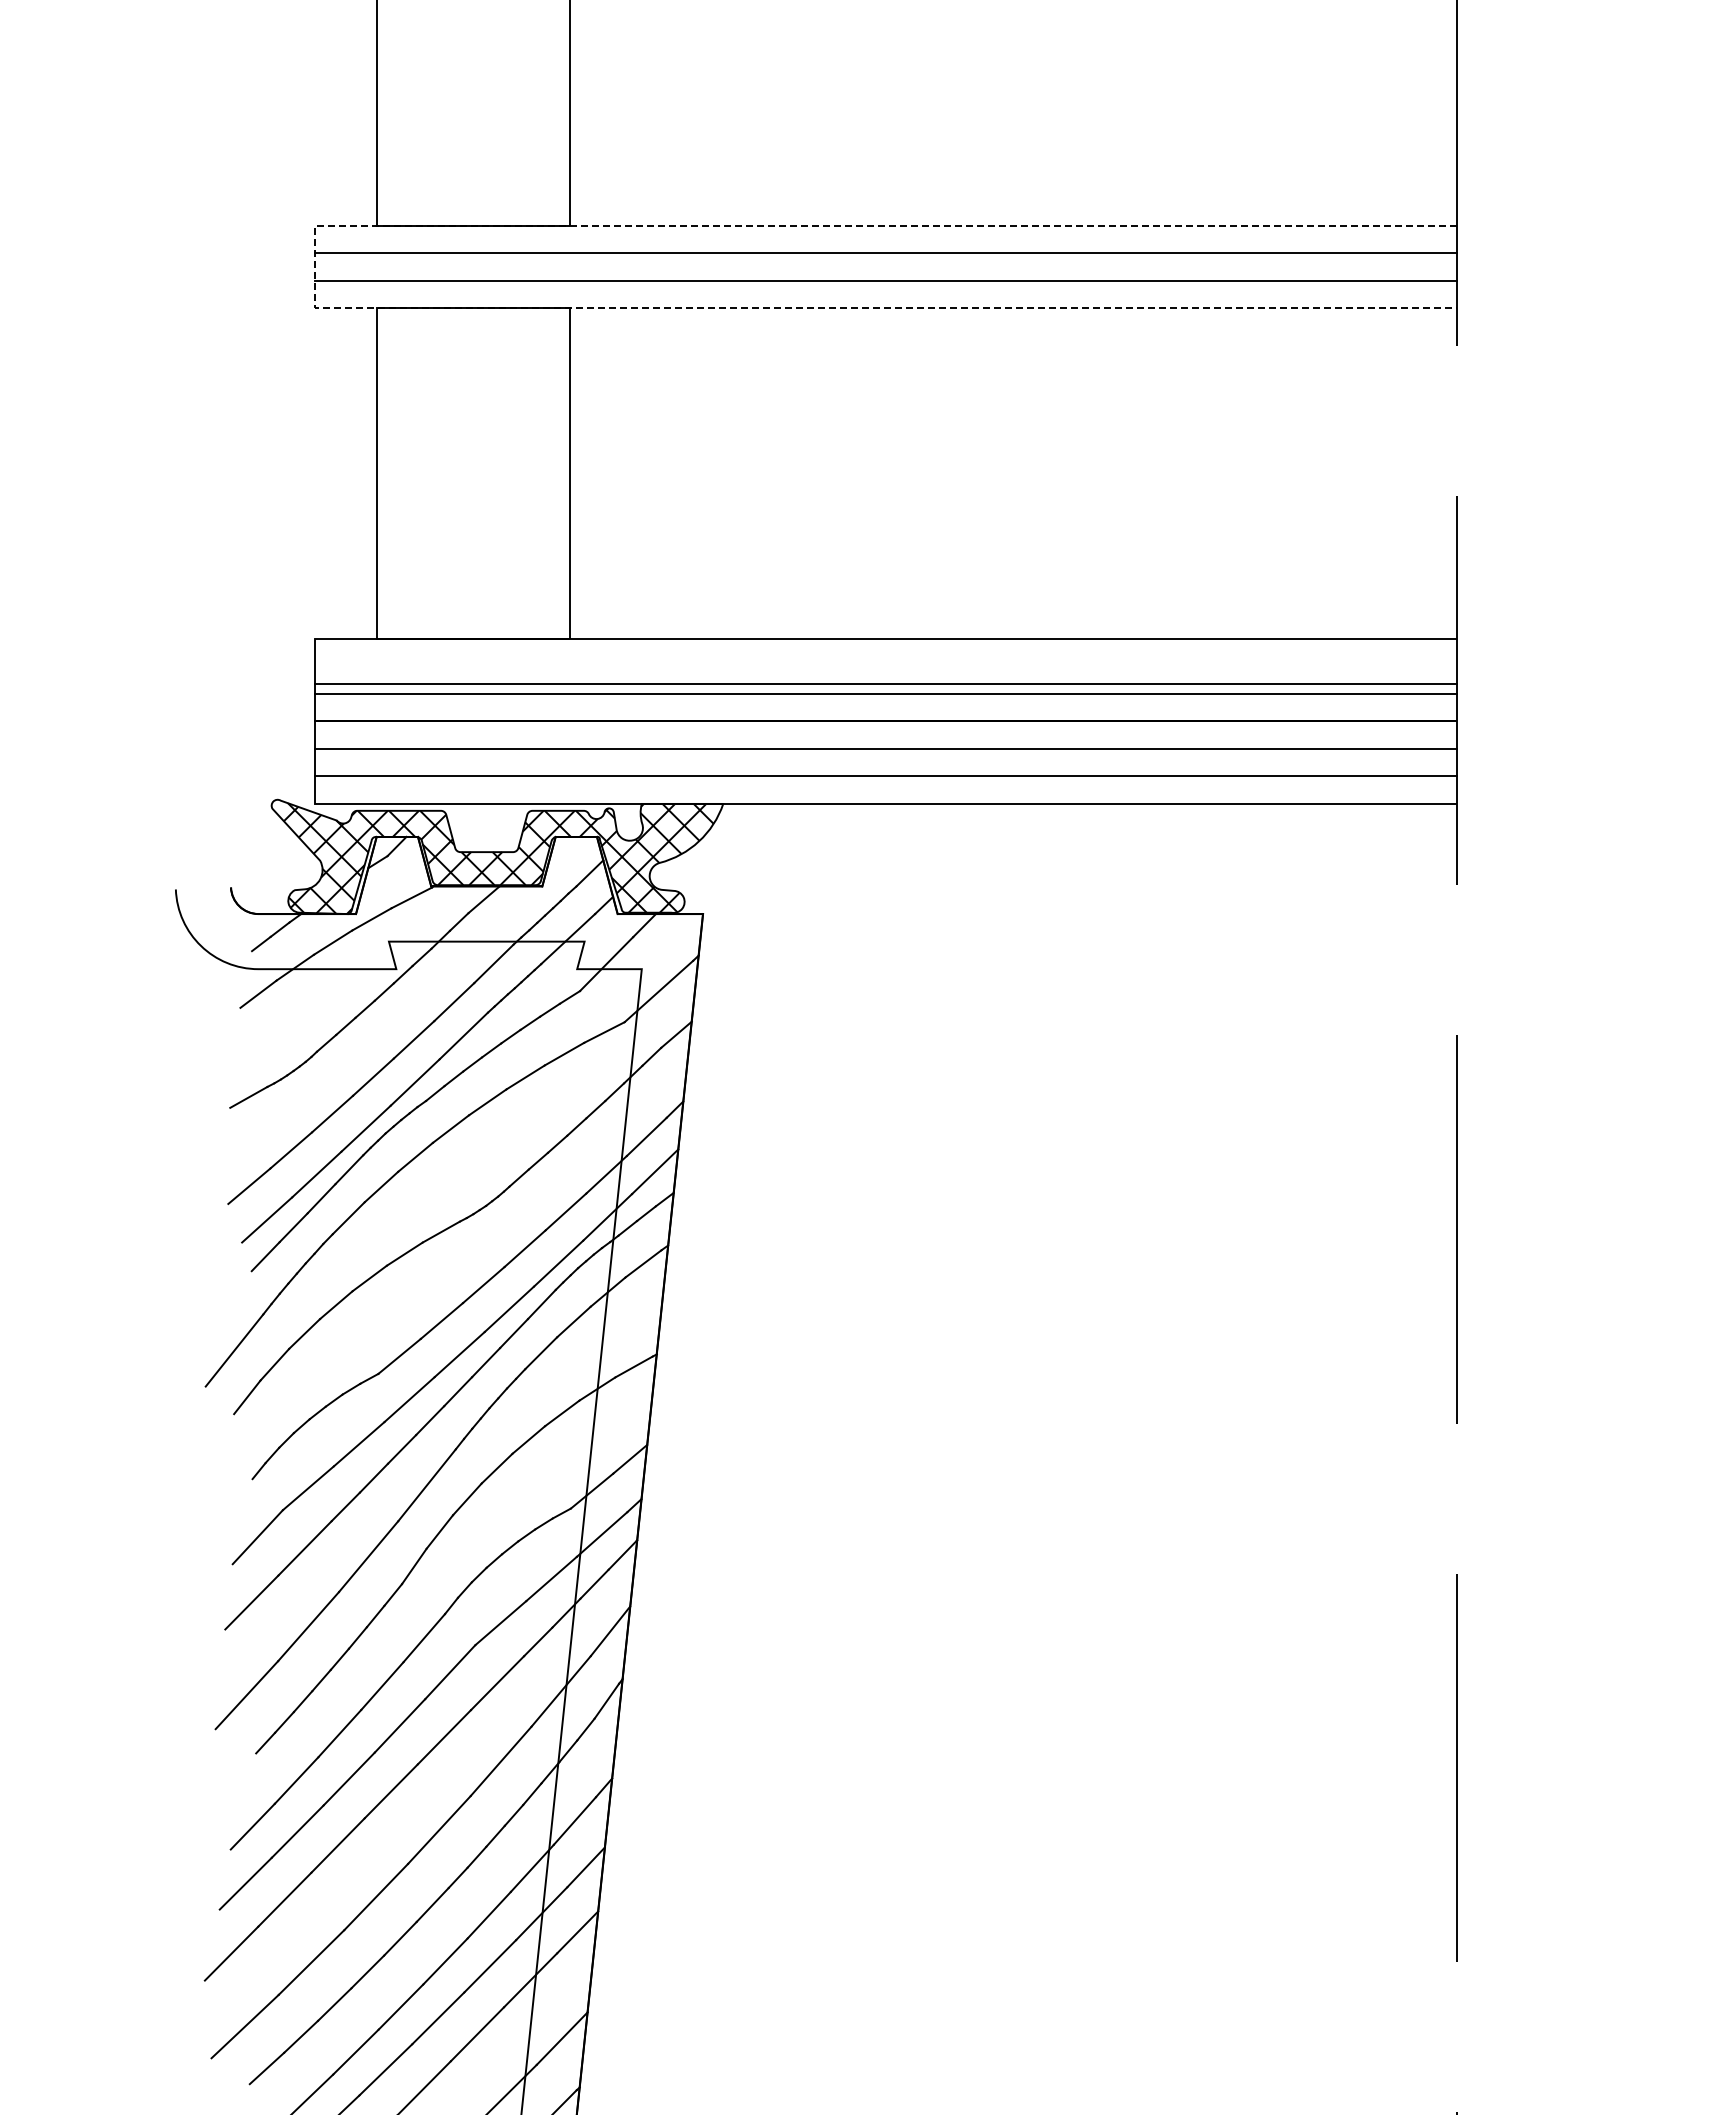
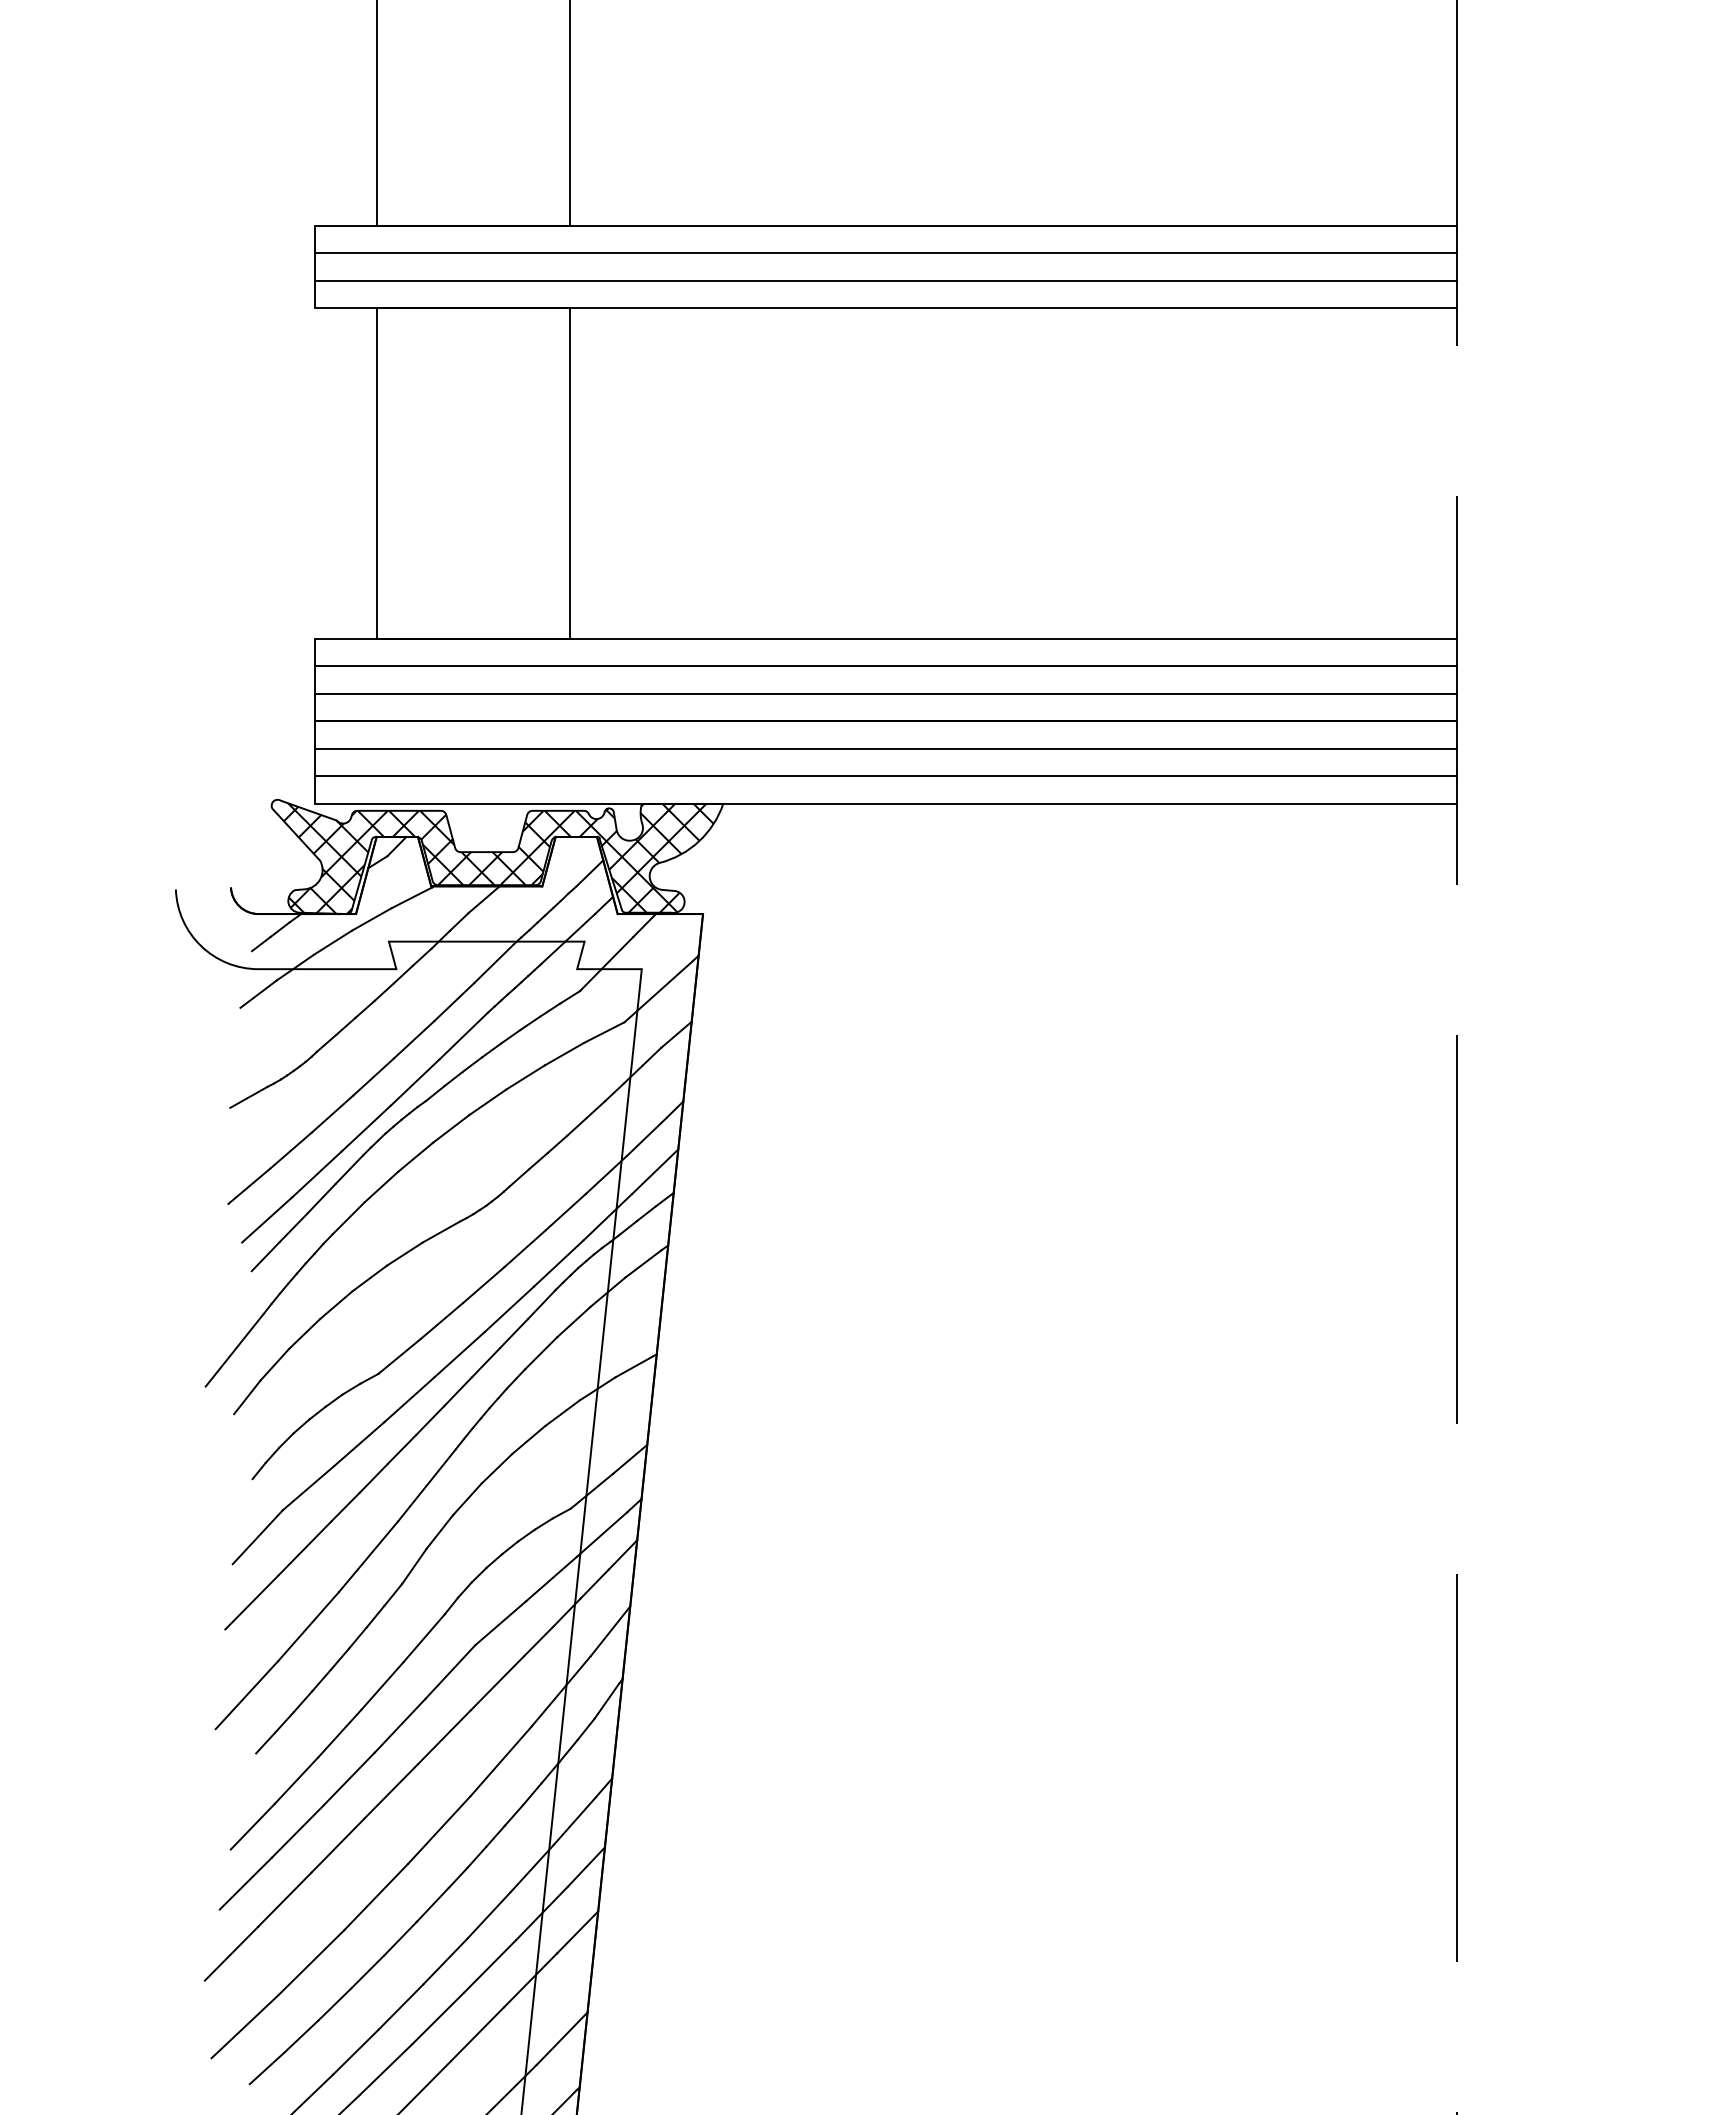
line at (315, 267): dashed -> solid
line at (885, 684) position: (885, 684) -> (885, 666)
